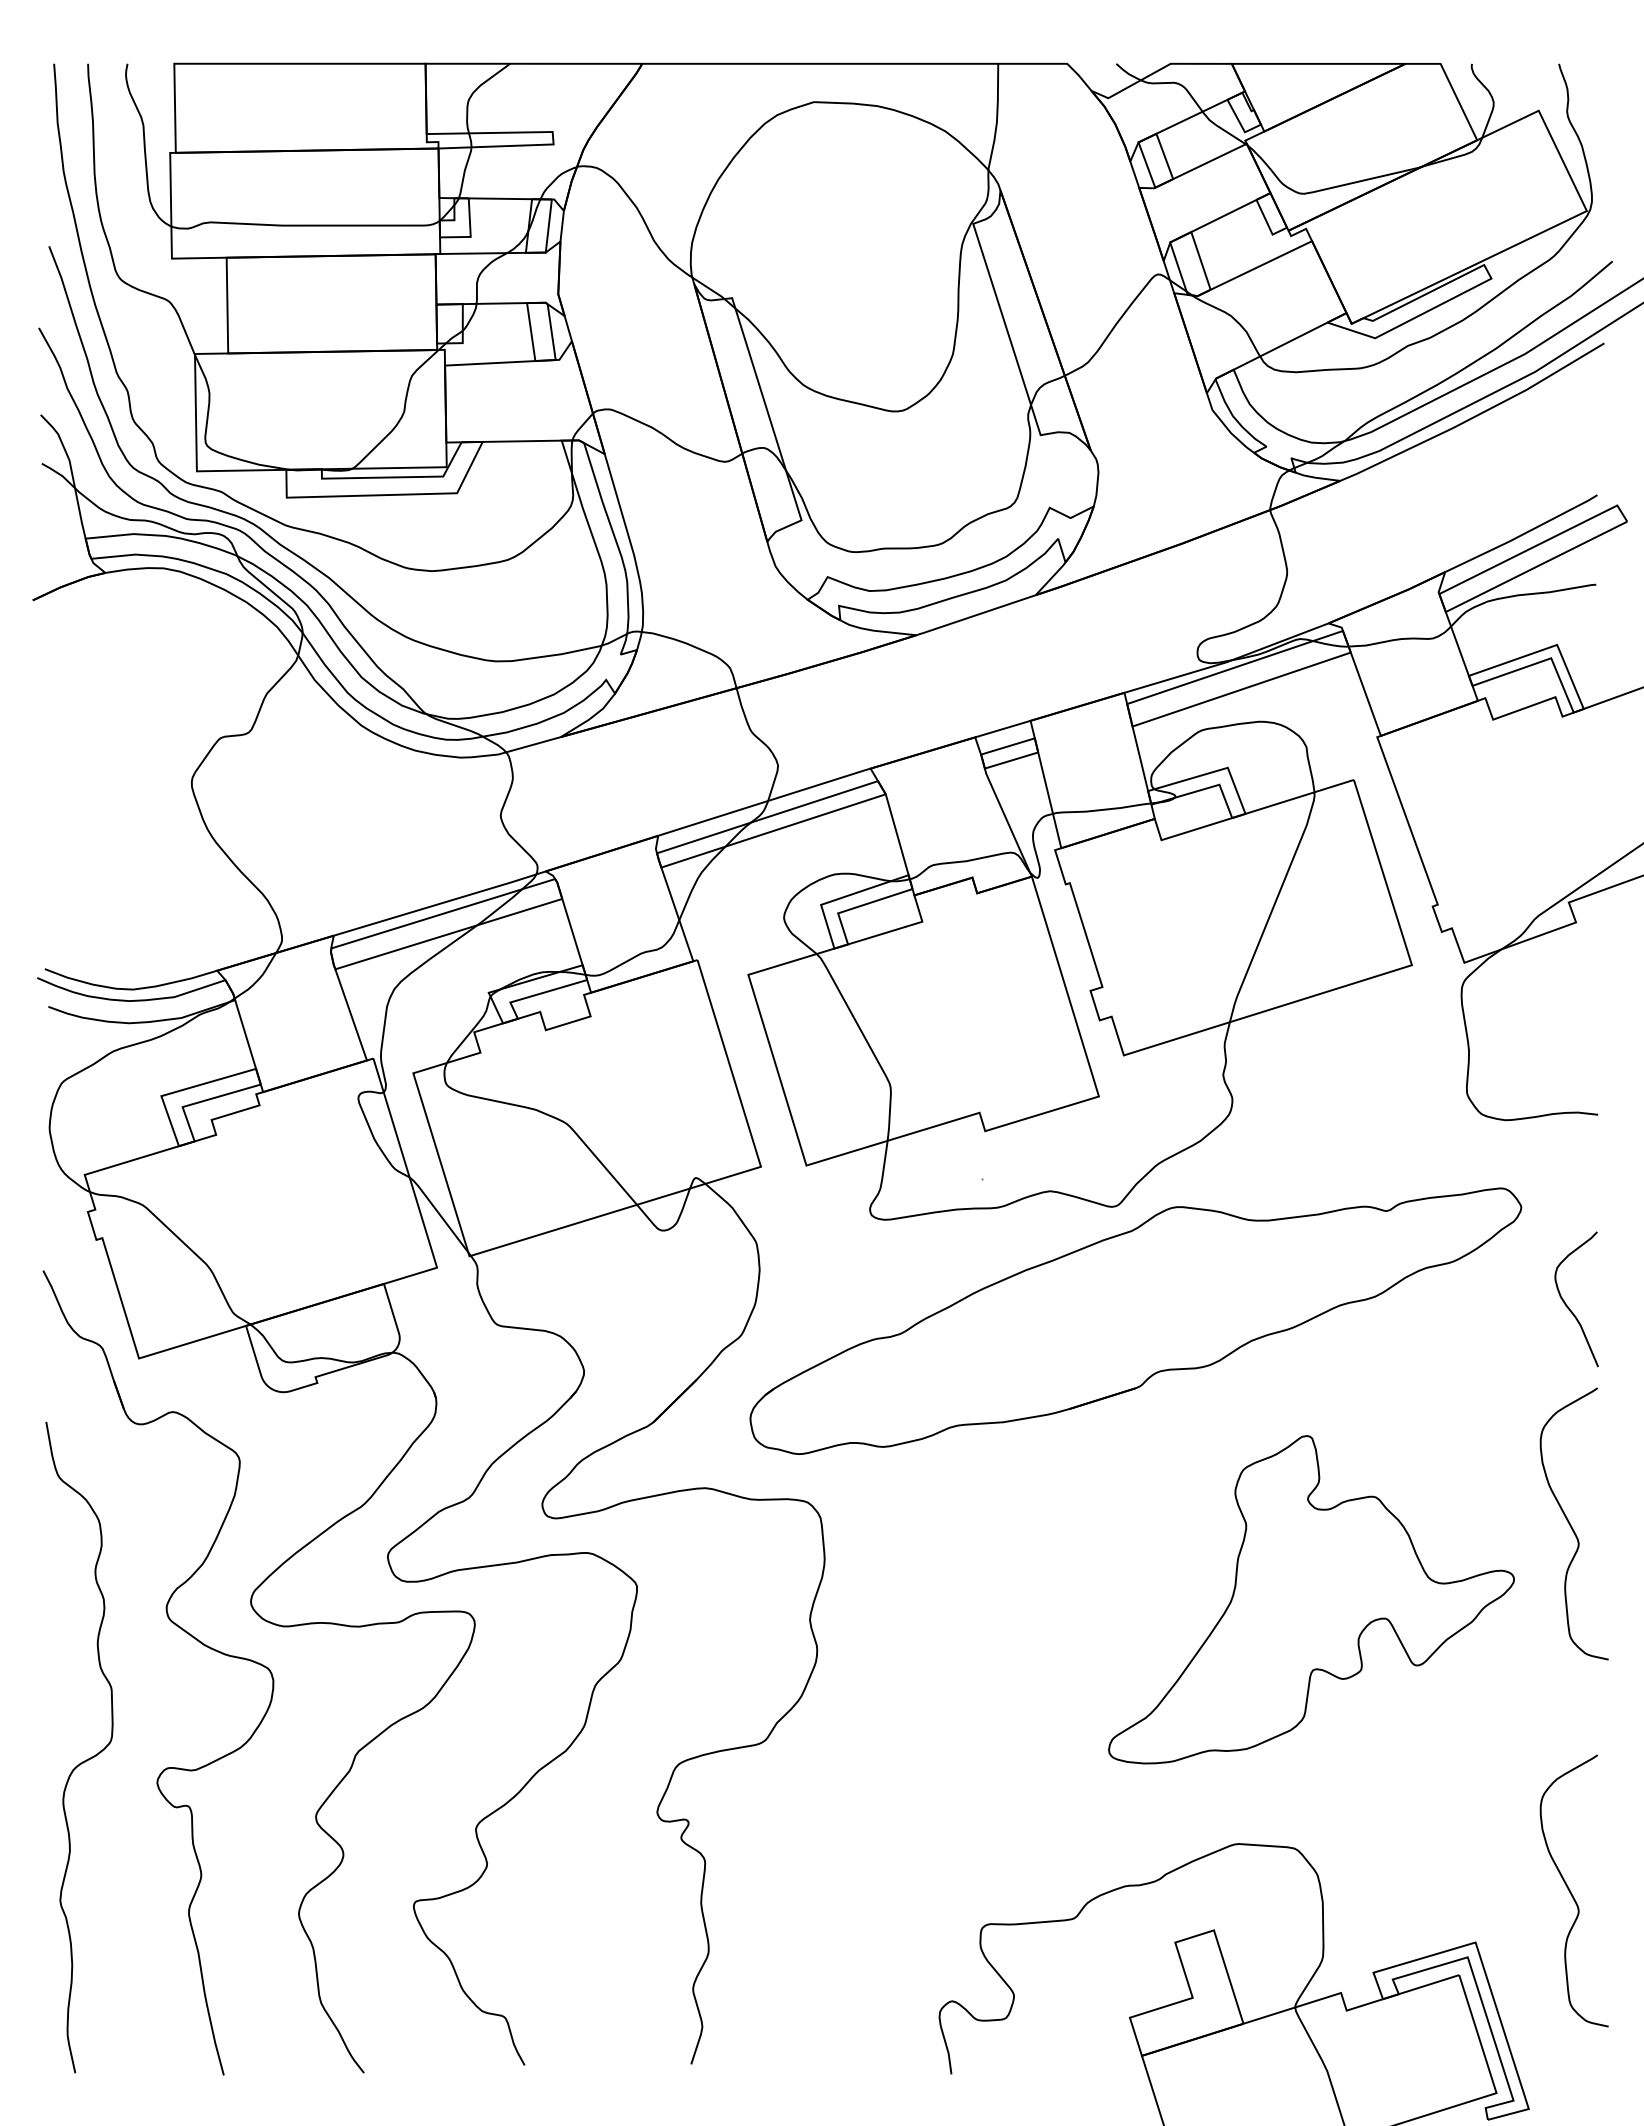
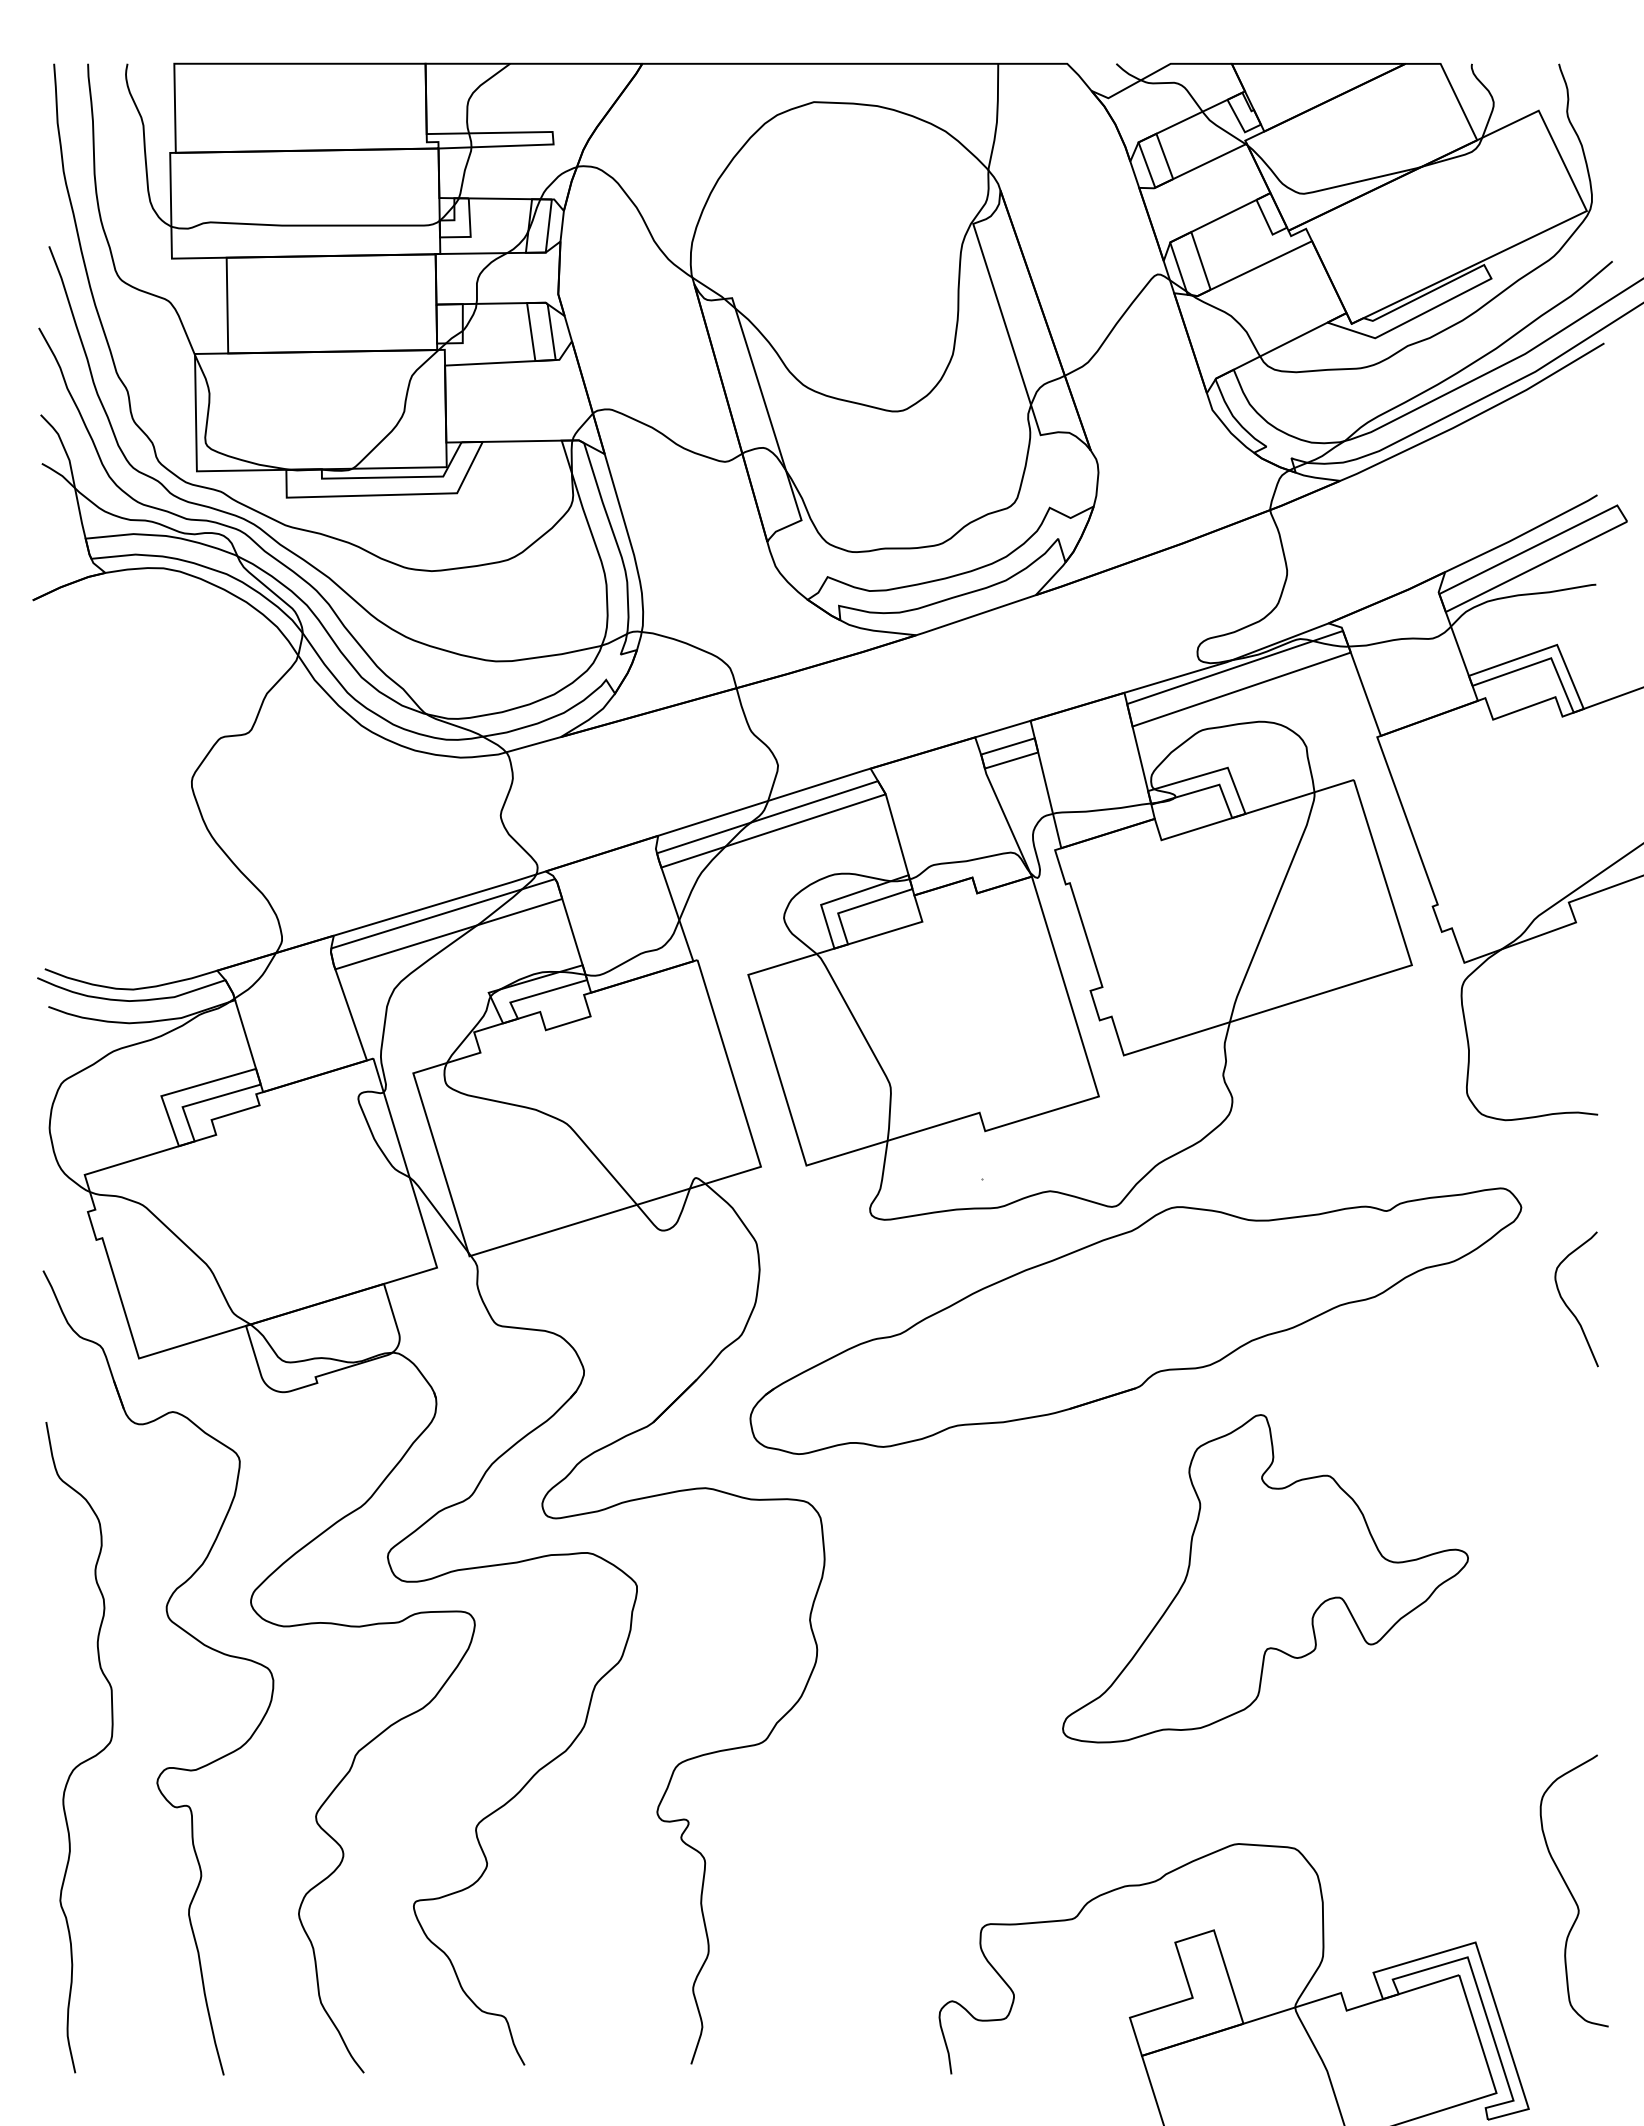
curve at (1571, 1525): present -> none
part at (1311, 1599) position: (1311, 1599) -> (1265, 1578)
